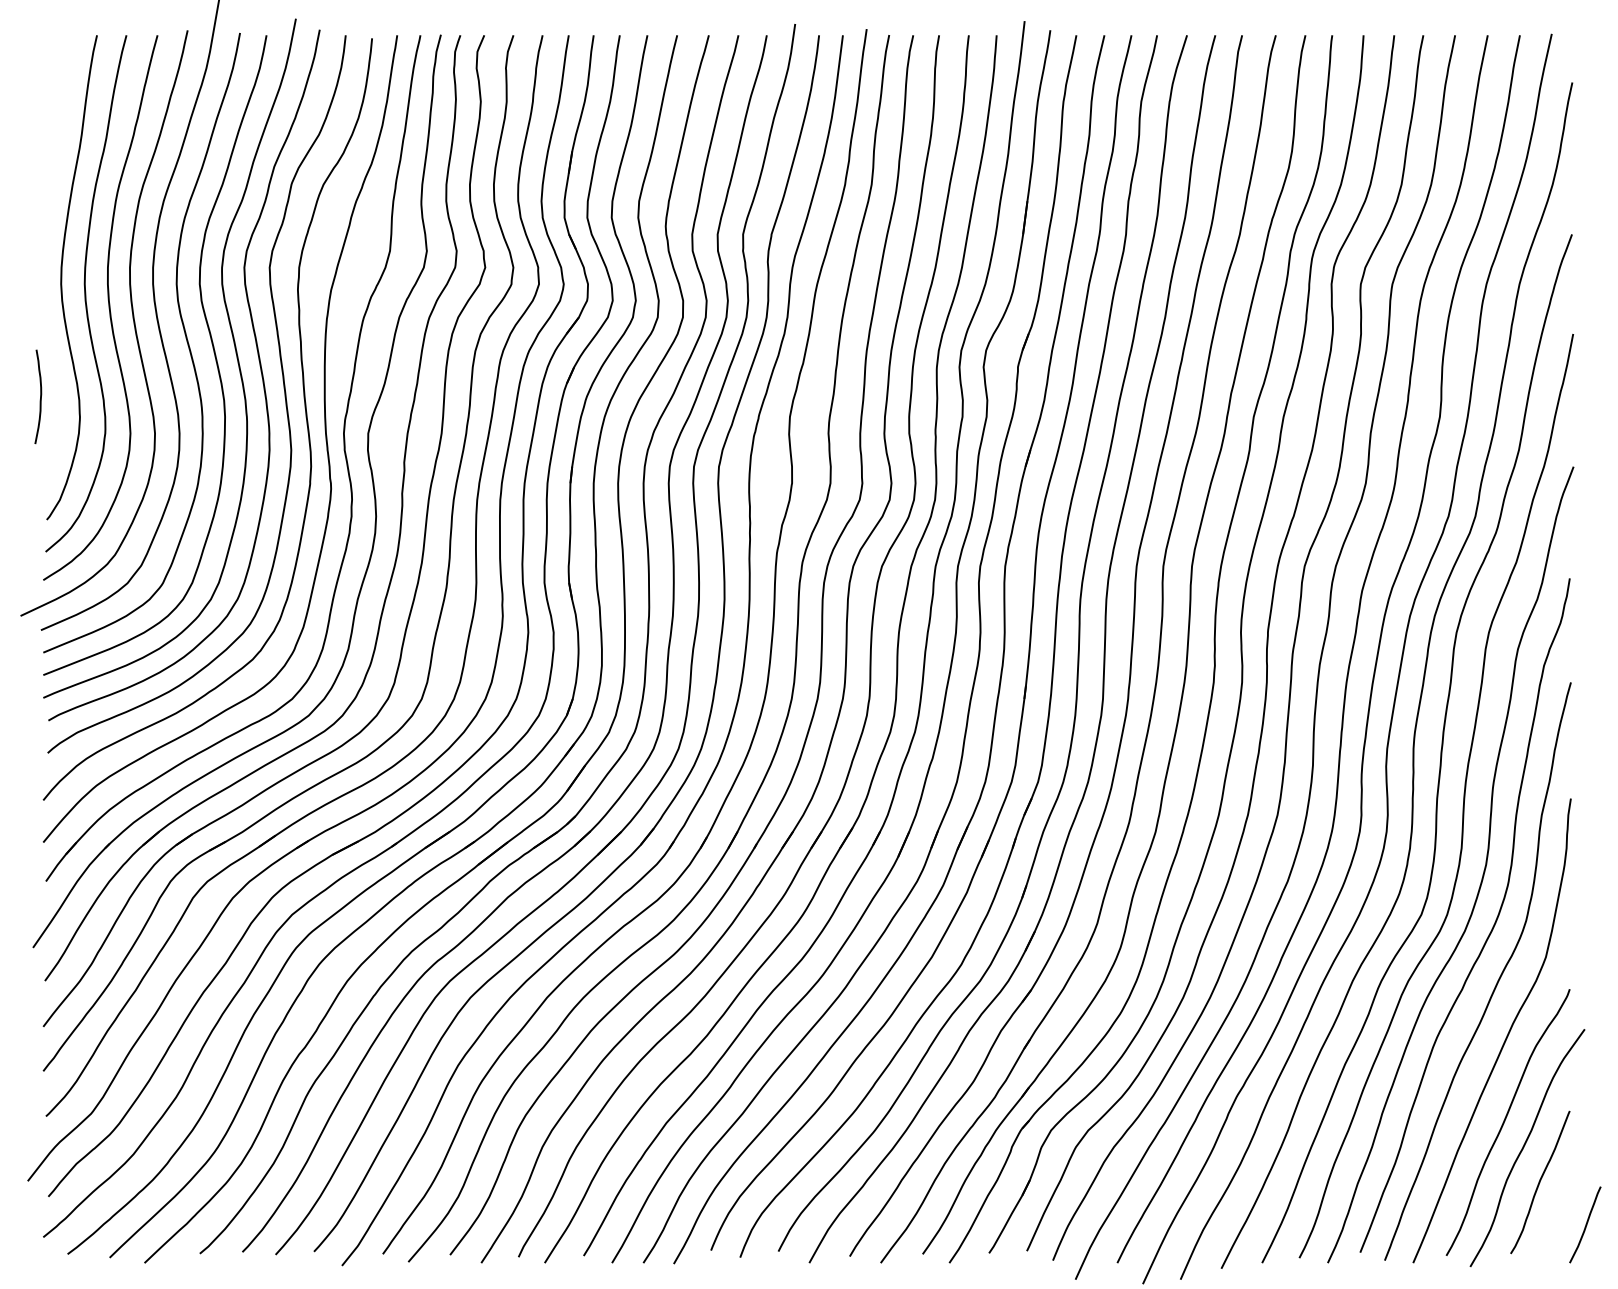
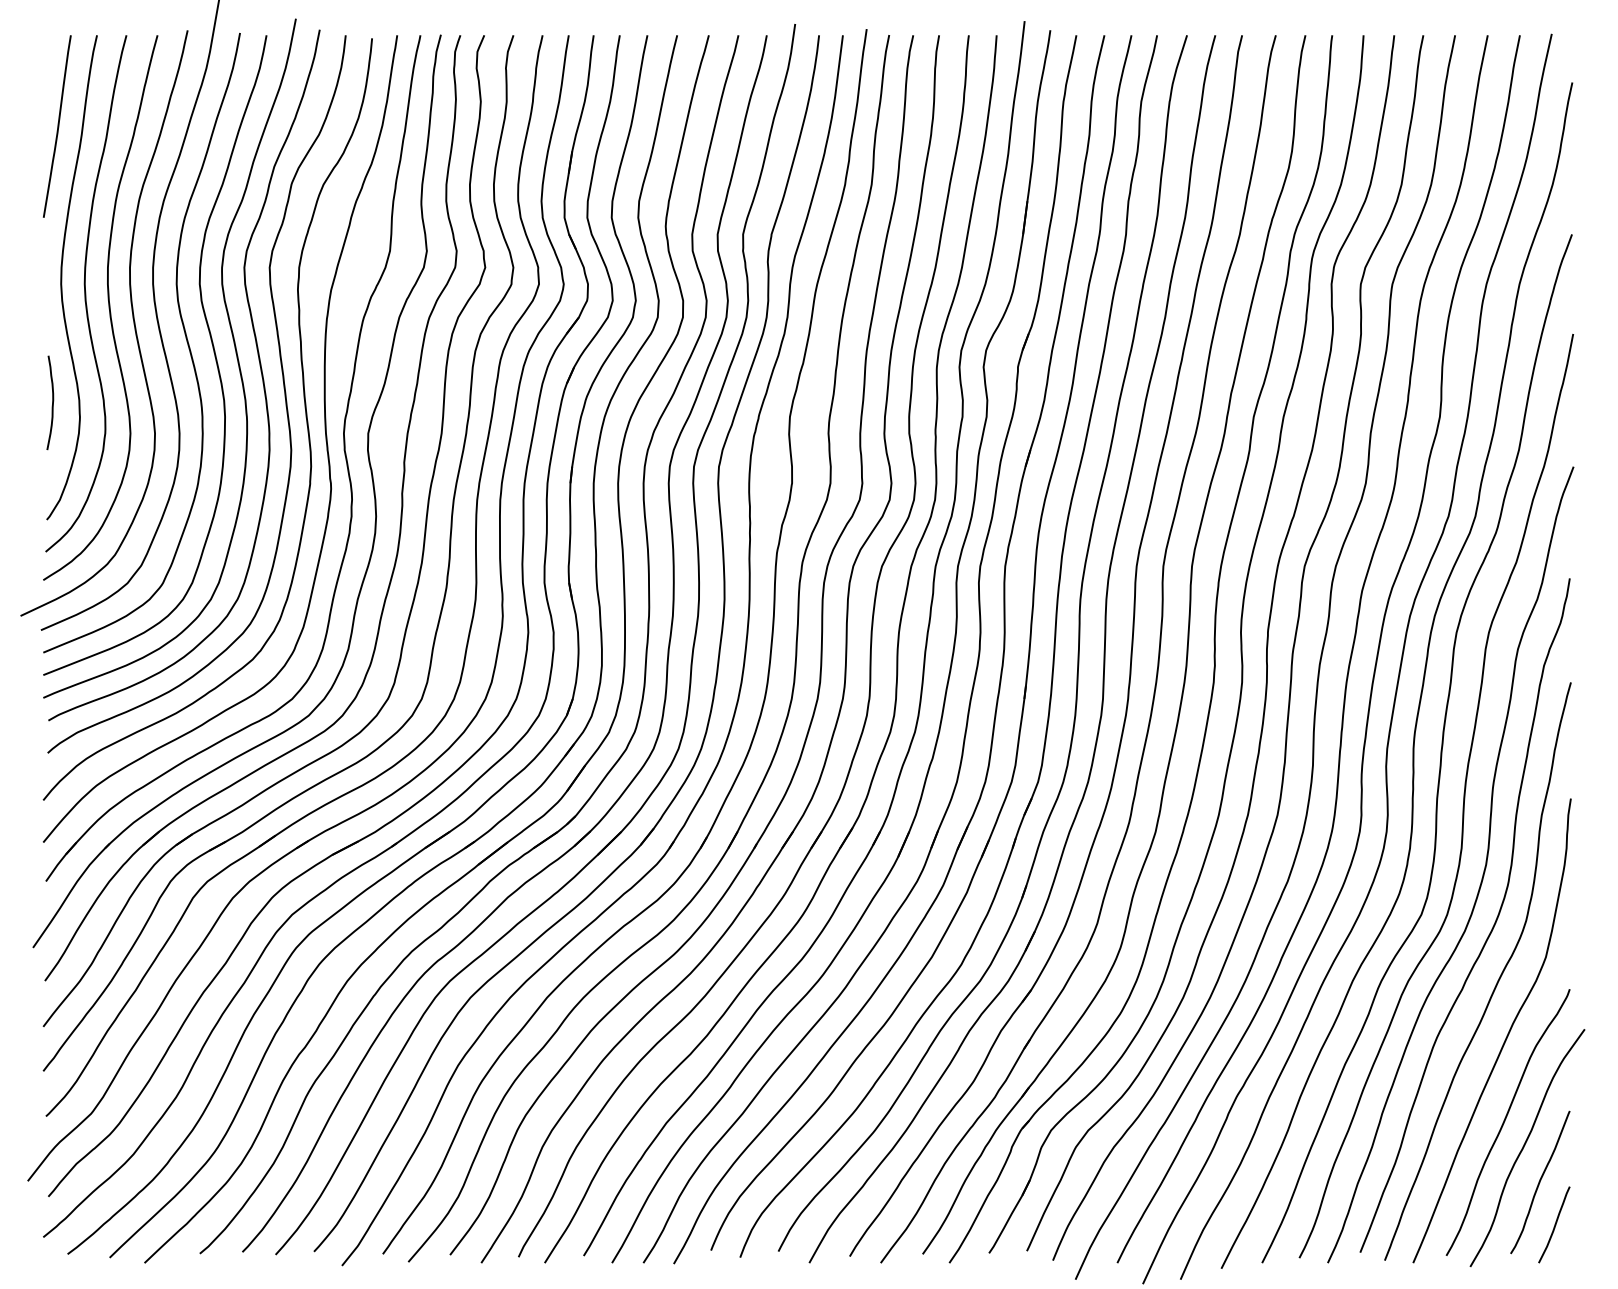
curve at (57, 126): none -> present
curve at (40, 396) position: (40, 396) -> (52, 402)
curve at (1585, 1224) position: (1585, 1224) -> (1554, 1224)
